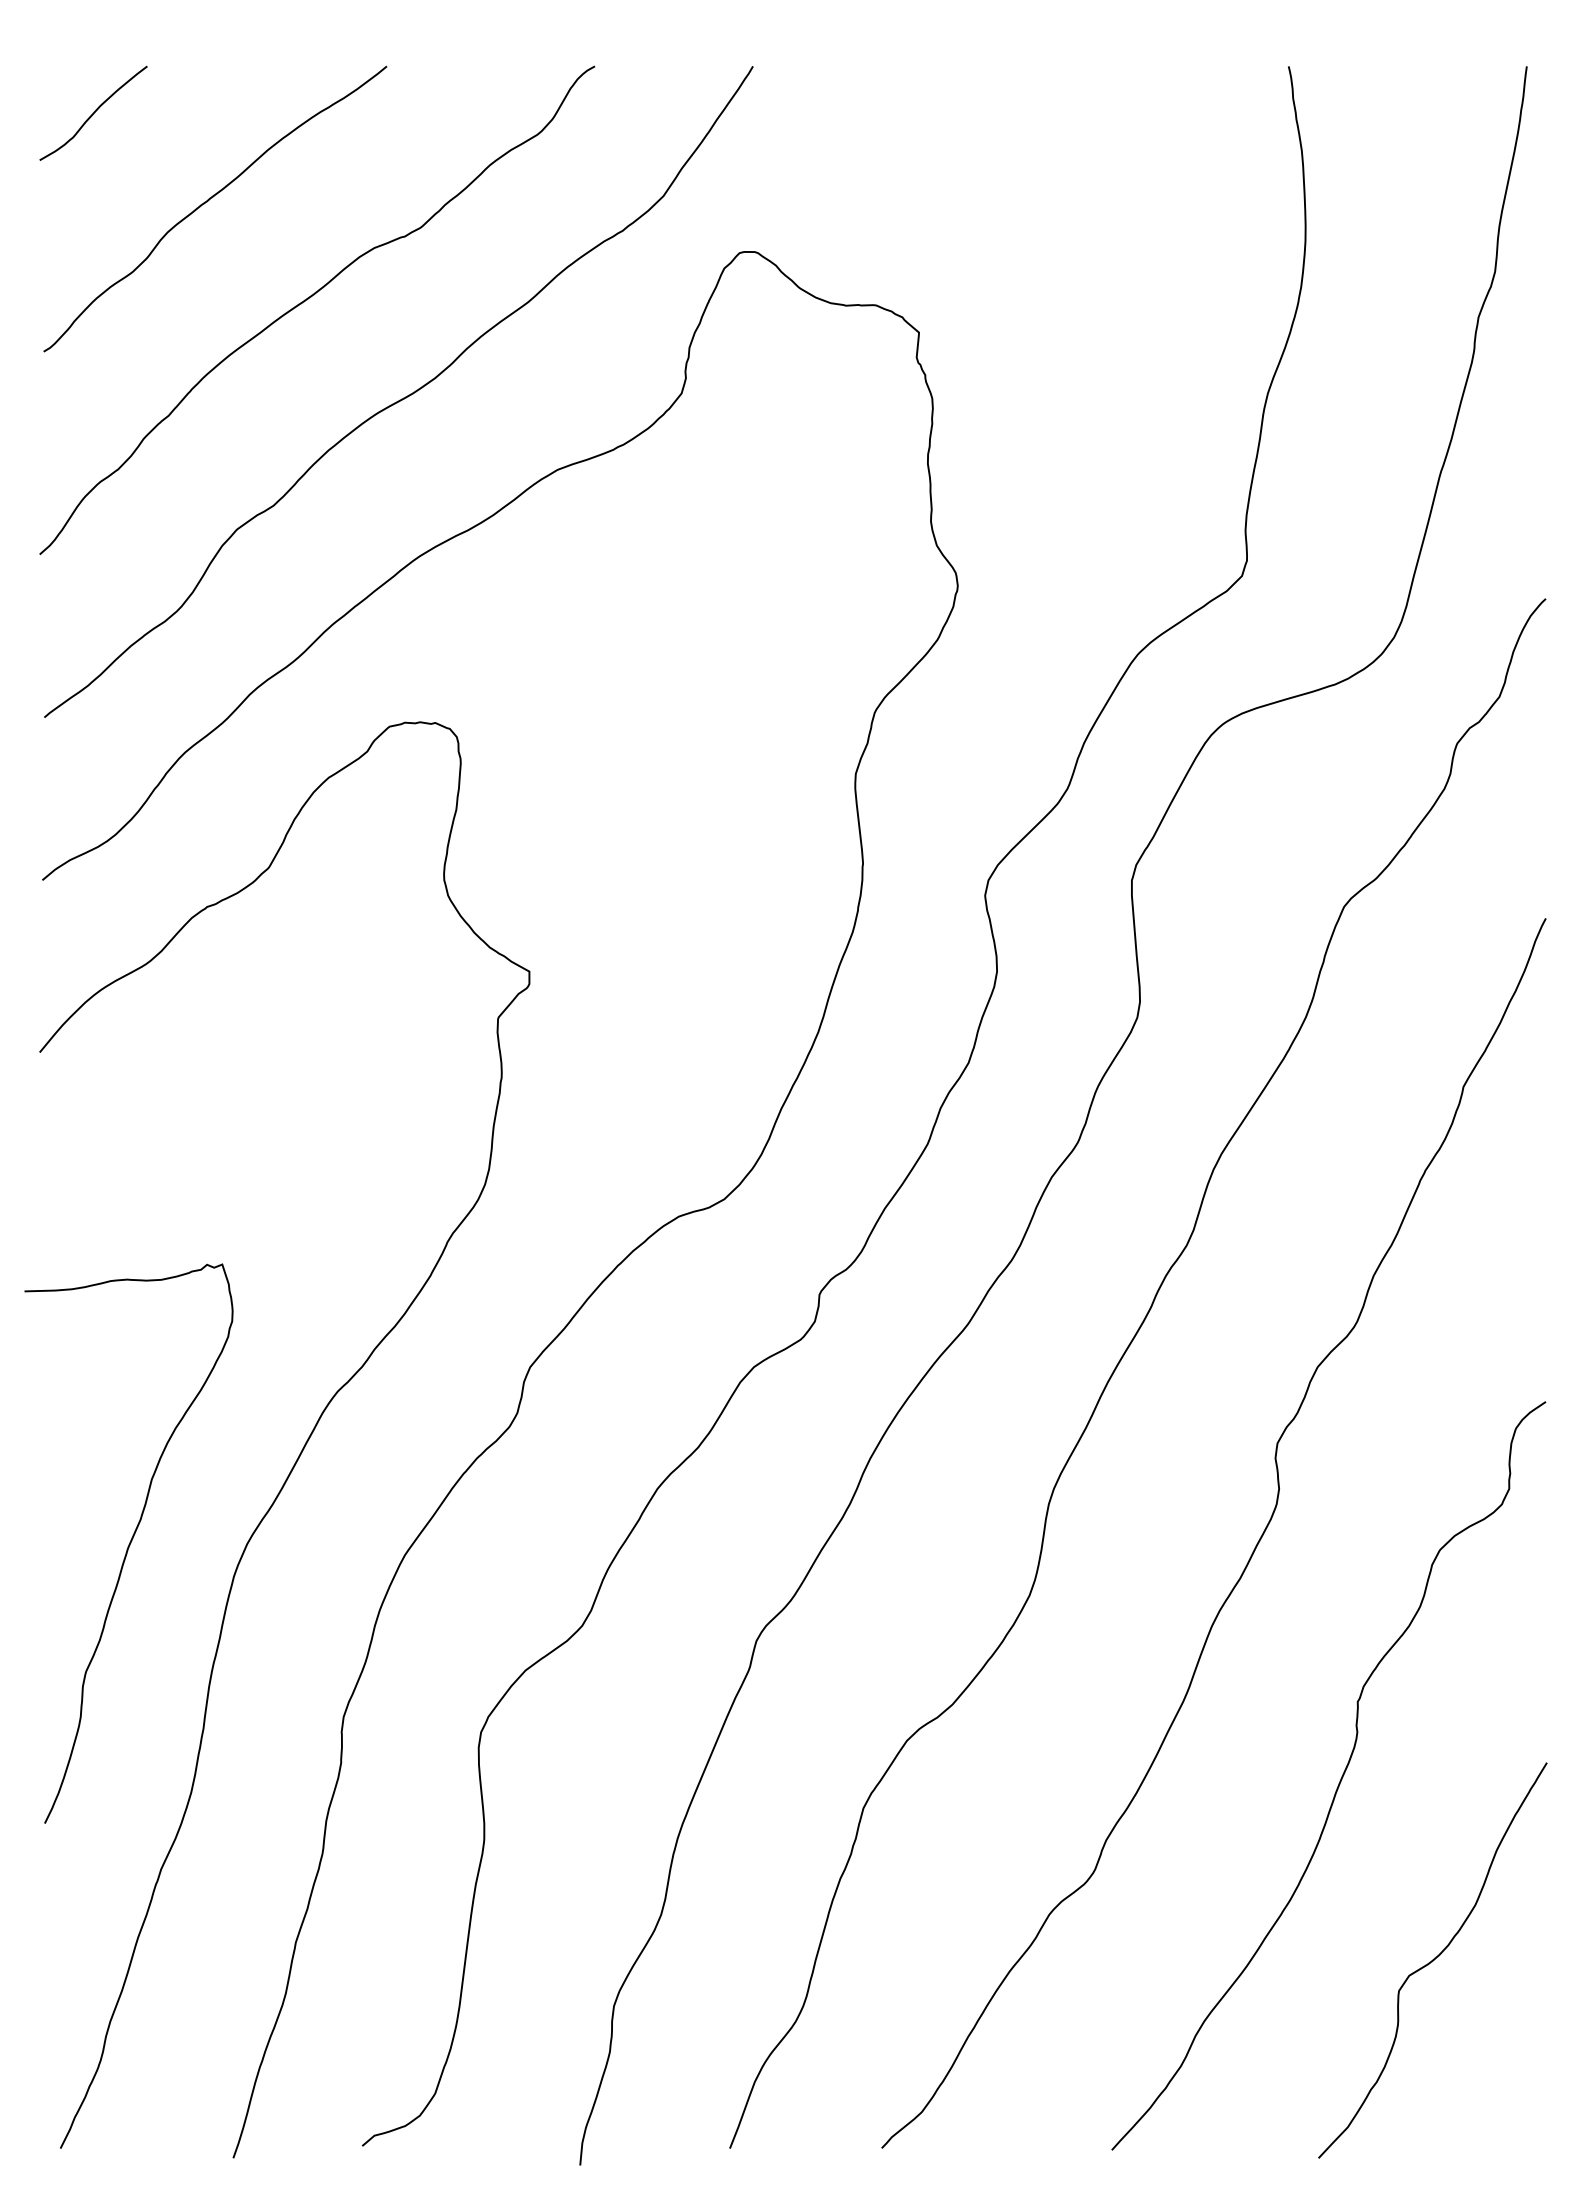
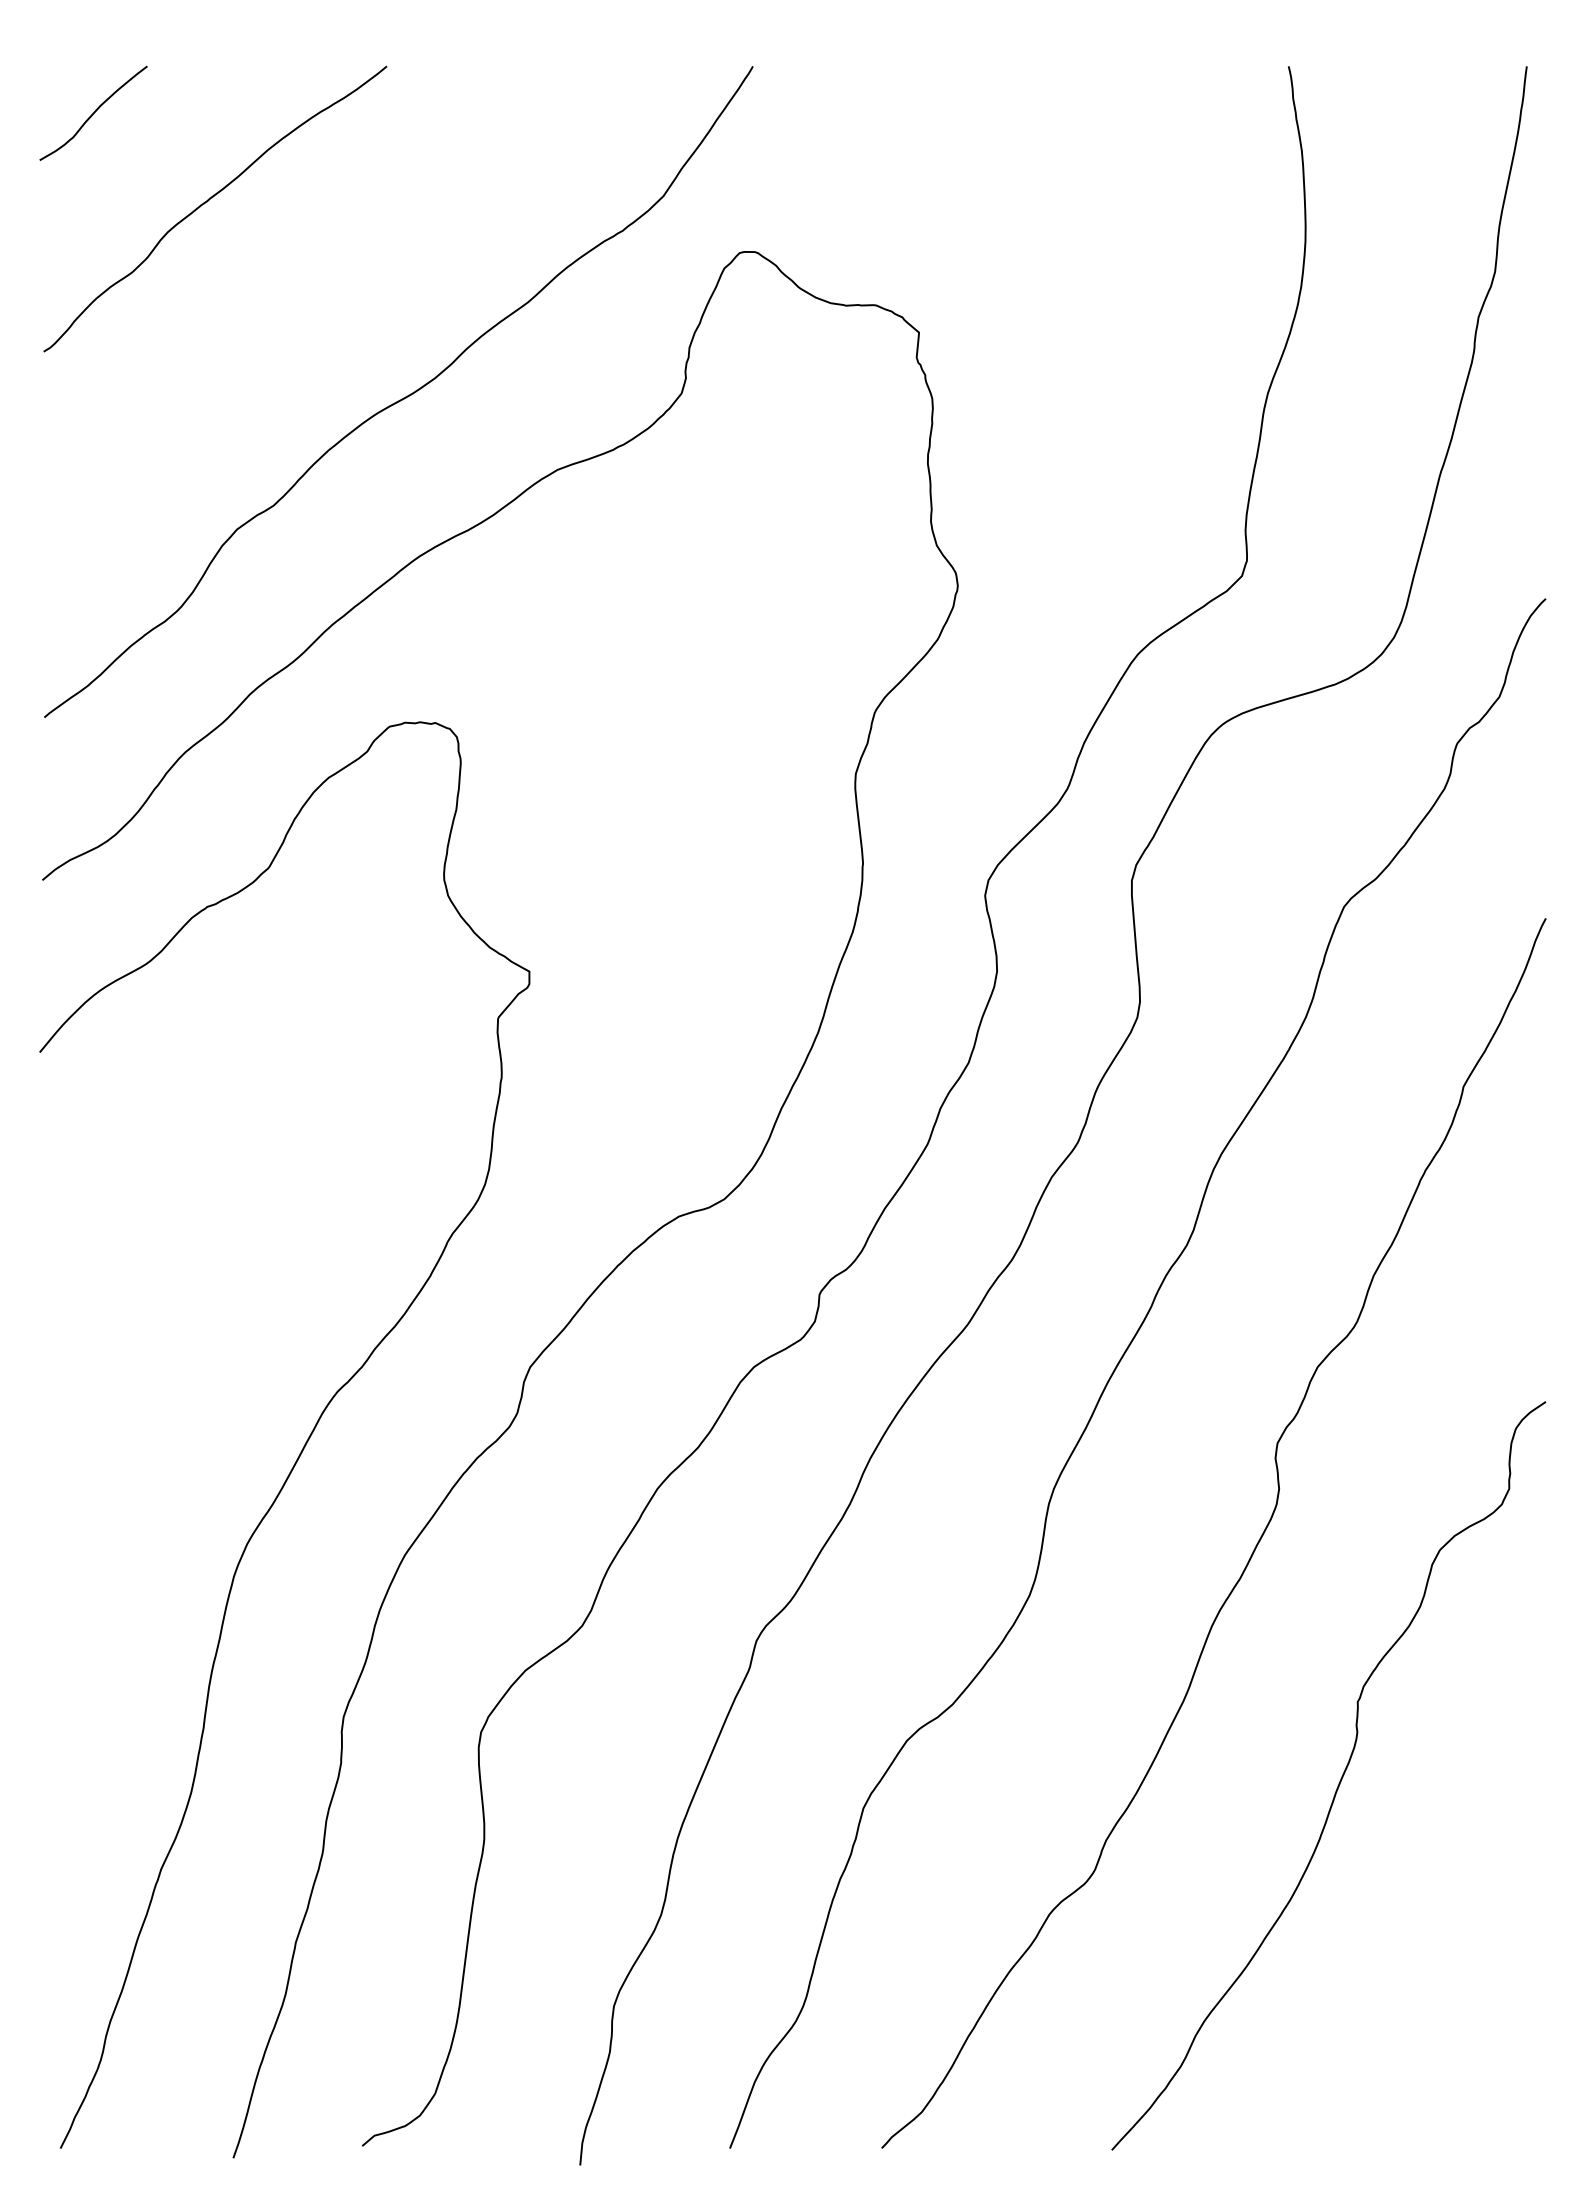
curve at (311, 297): present -> none
curve at (129, 1543): present -> none
curve at (1432, 1960): present -> none
